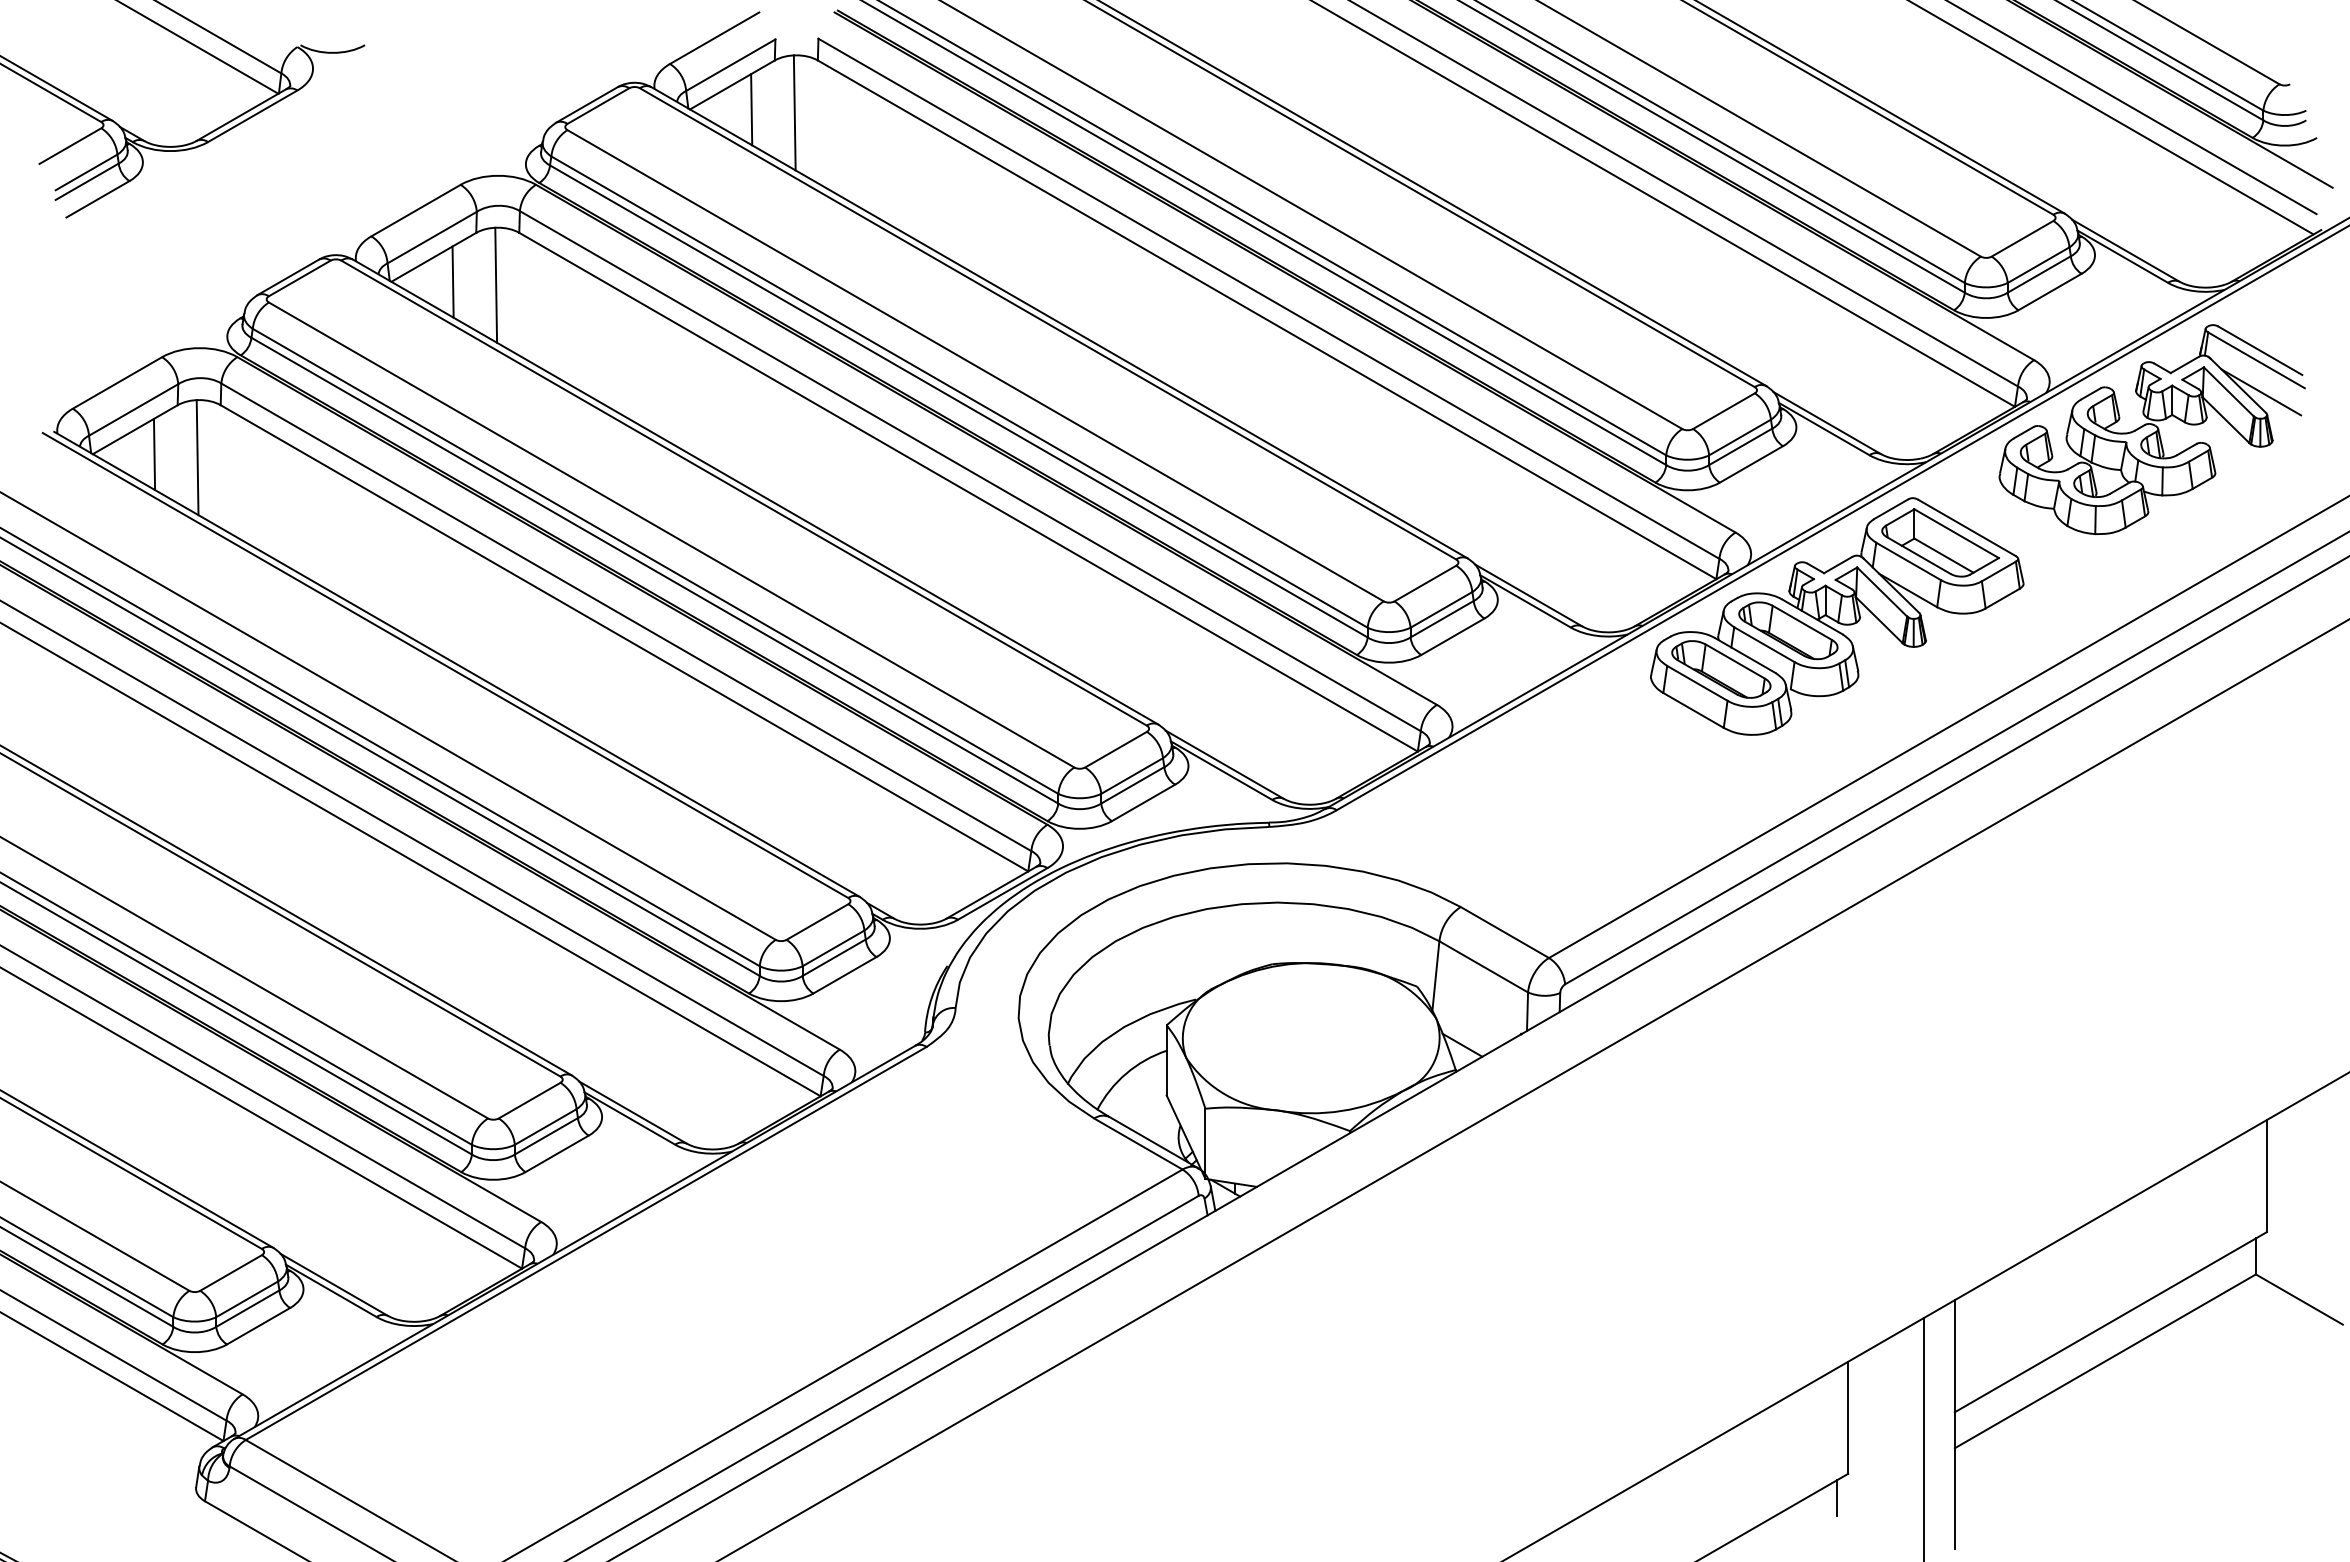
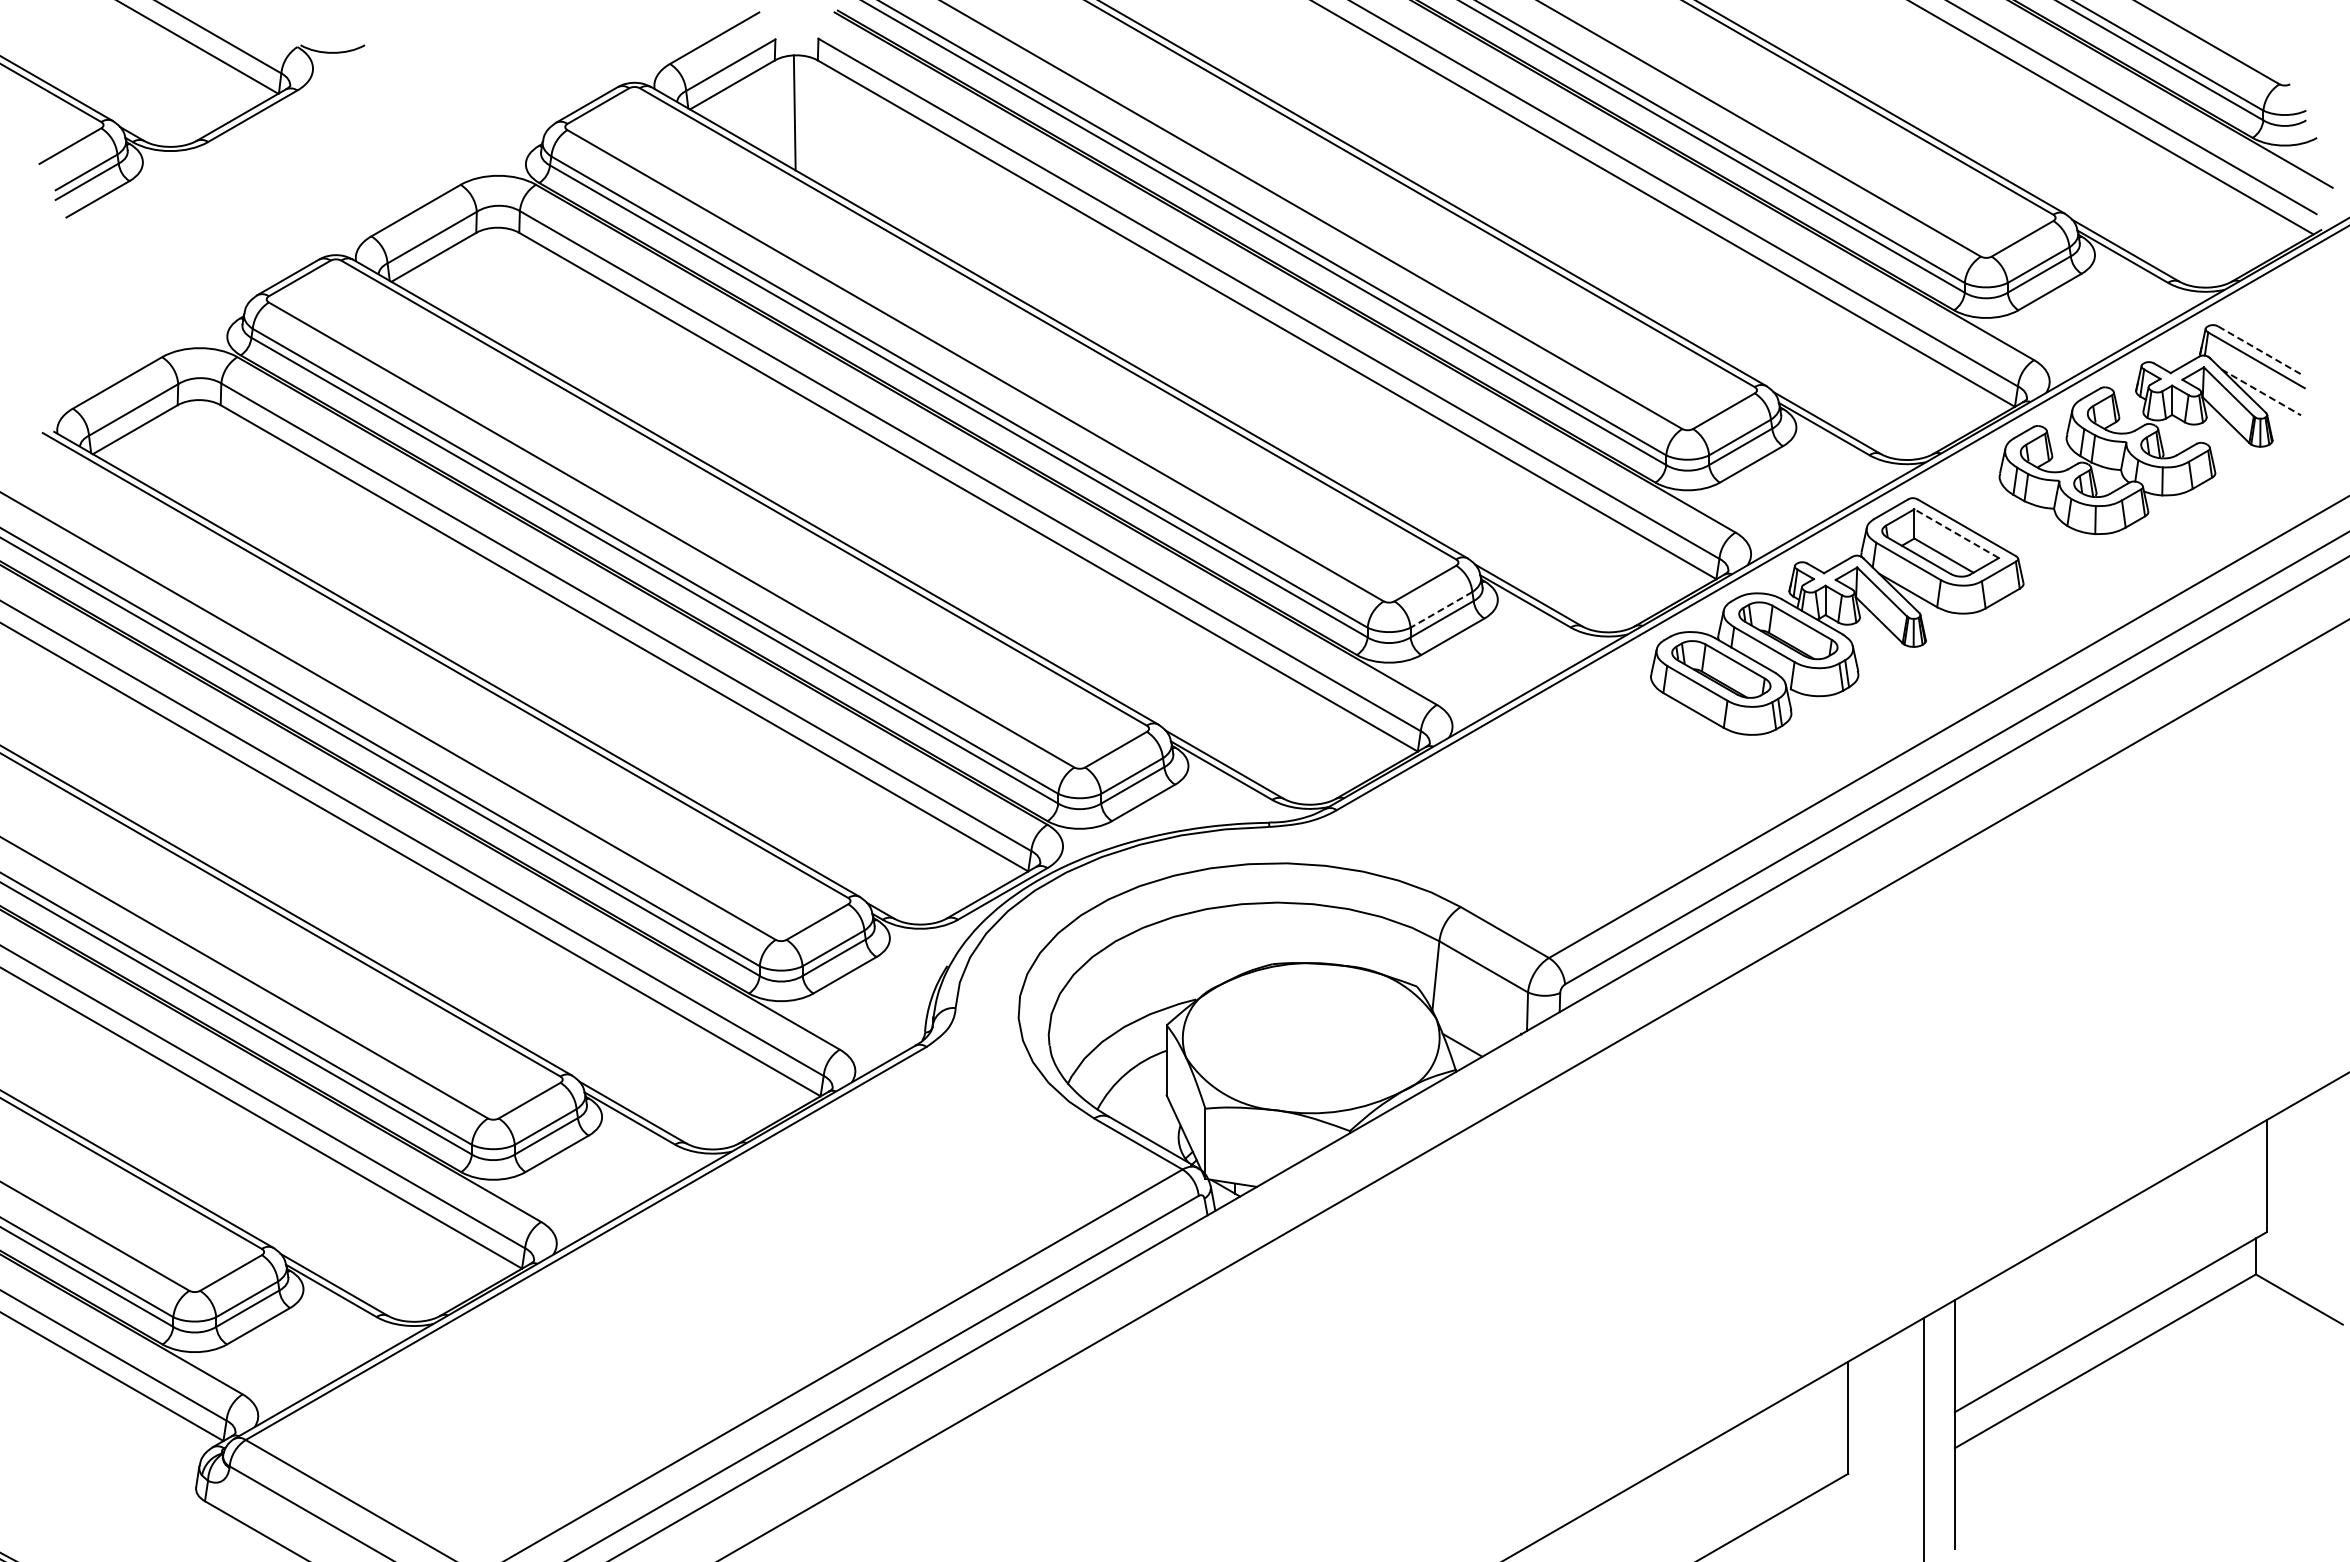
line at (751, 109): present -> none
line at (452, 281): present -> none
line at (496, 284): present -> none
line at (2260, 351): solid -> dashed
line at (2261, 392): solid -> dashed
line at (154, 454): present -> none
line at (197, 457): present -> none
line at (1956, 533): solid -> dashed
line at (1441, 609): solid -> dashed
line at (1837, 1498): present -> none
